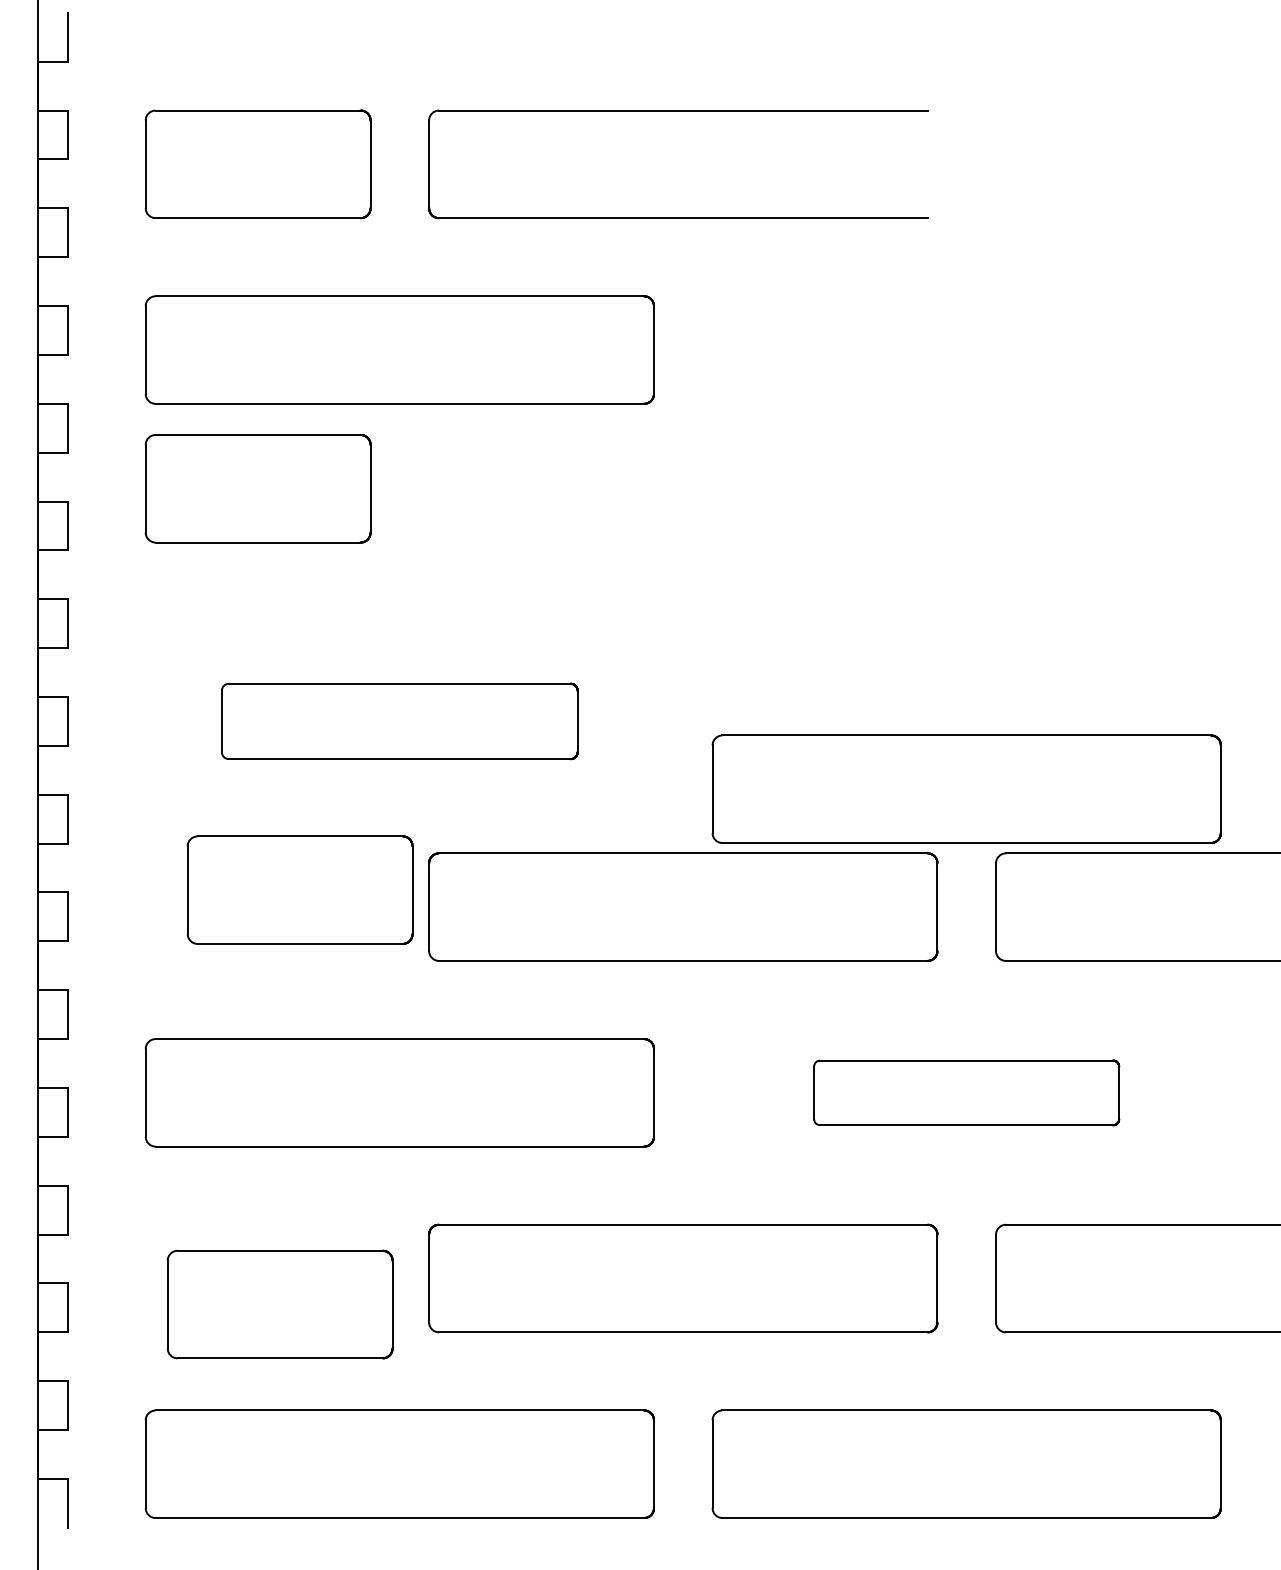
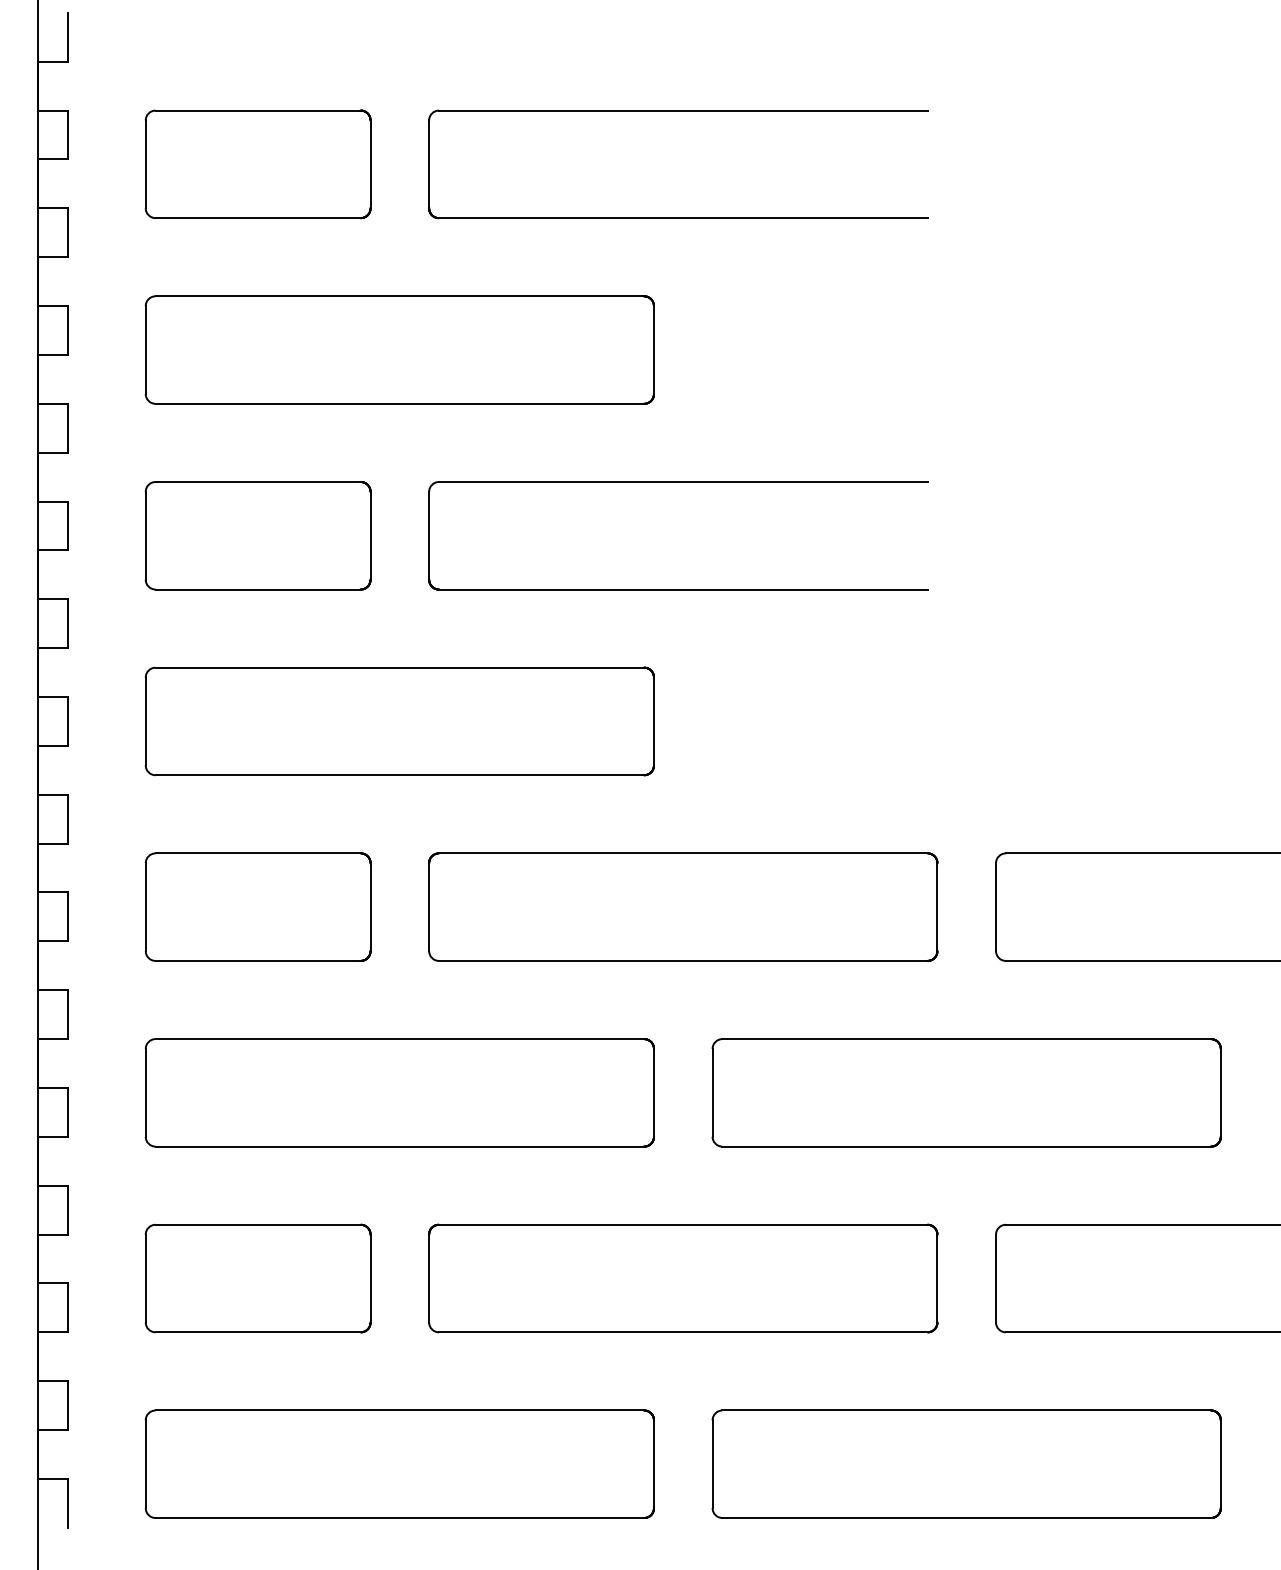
part at (678, 482): none -> present
part at (257, 488) position: (257, 488) -> (257, 535)
part at (399, 721) size: 358x79 px -> 511x111 px
part at (966, 788): present -> none
part at (299, 889) position: (299, 889) -> (257, 906)
part at (966, 1092) size: 308x68 px -> 511x110 px
part at (279, 1304) position: (279, 1304) -> (257, 1278)
